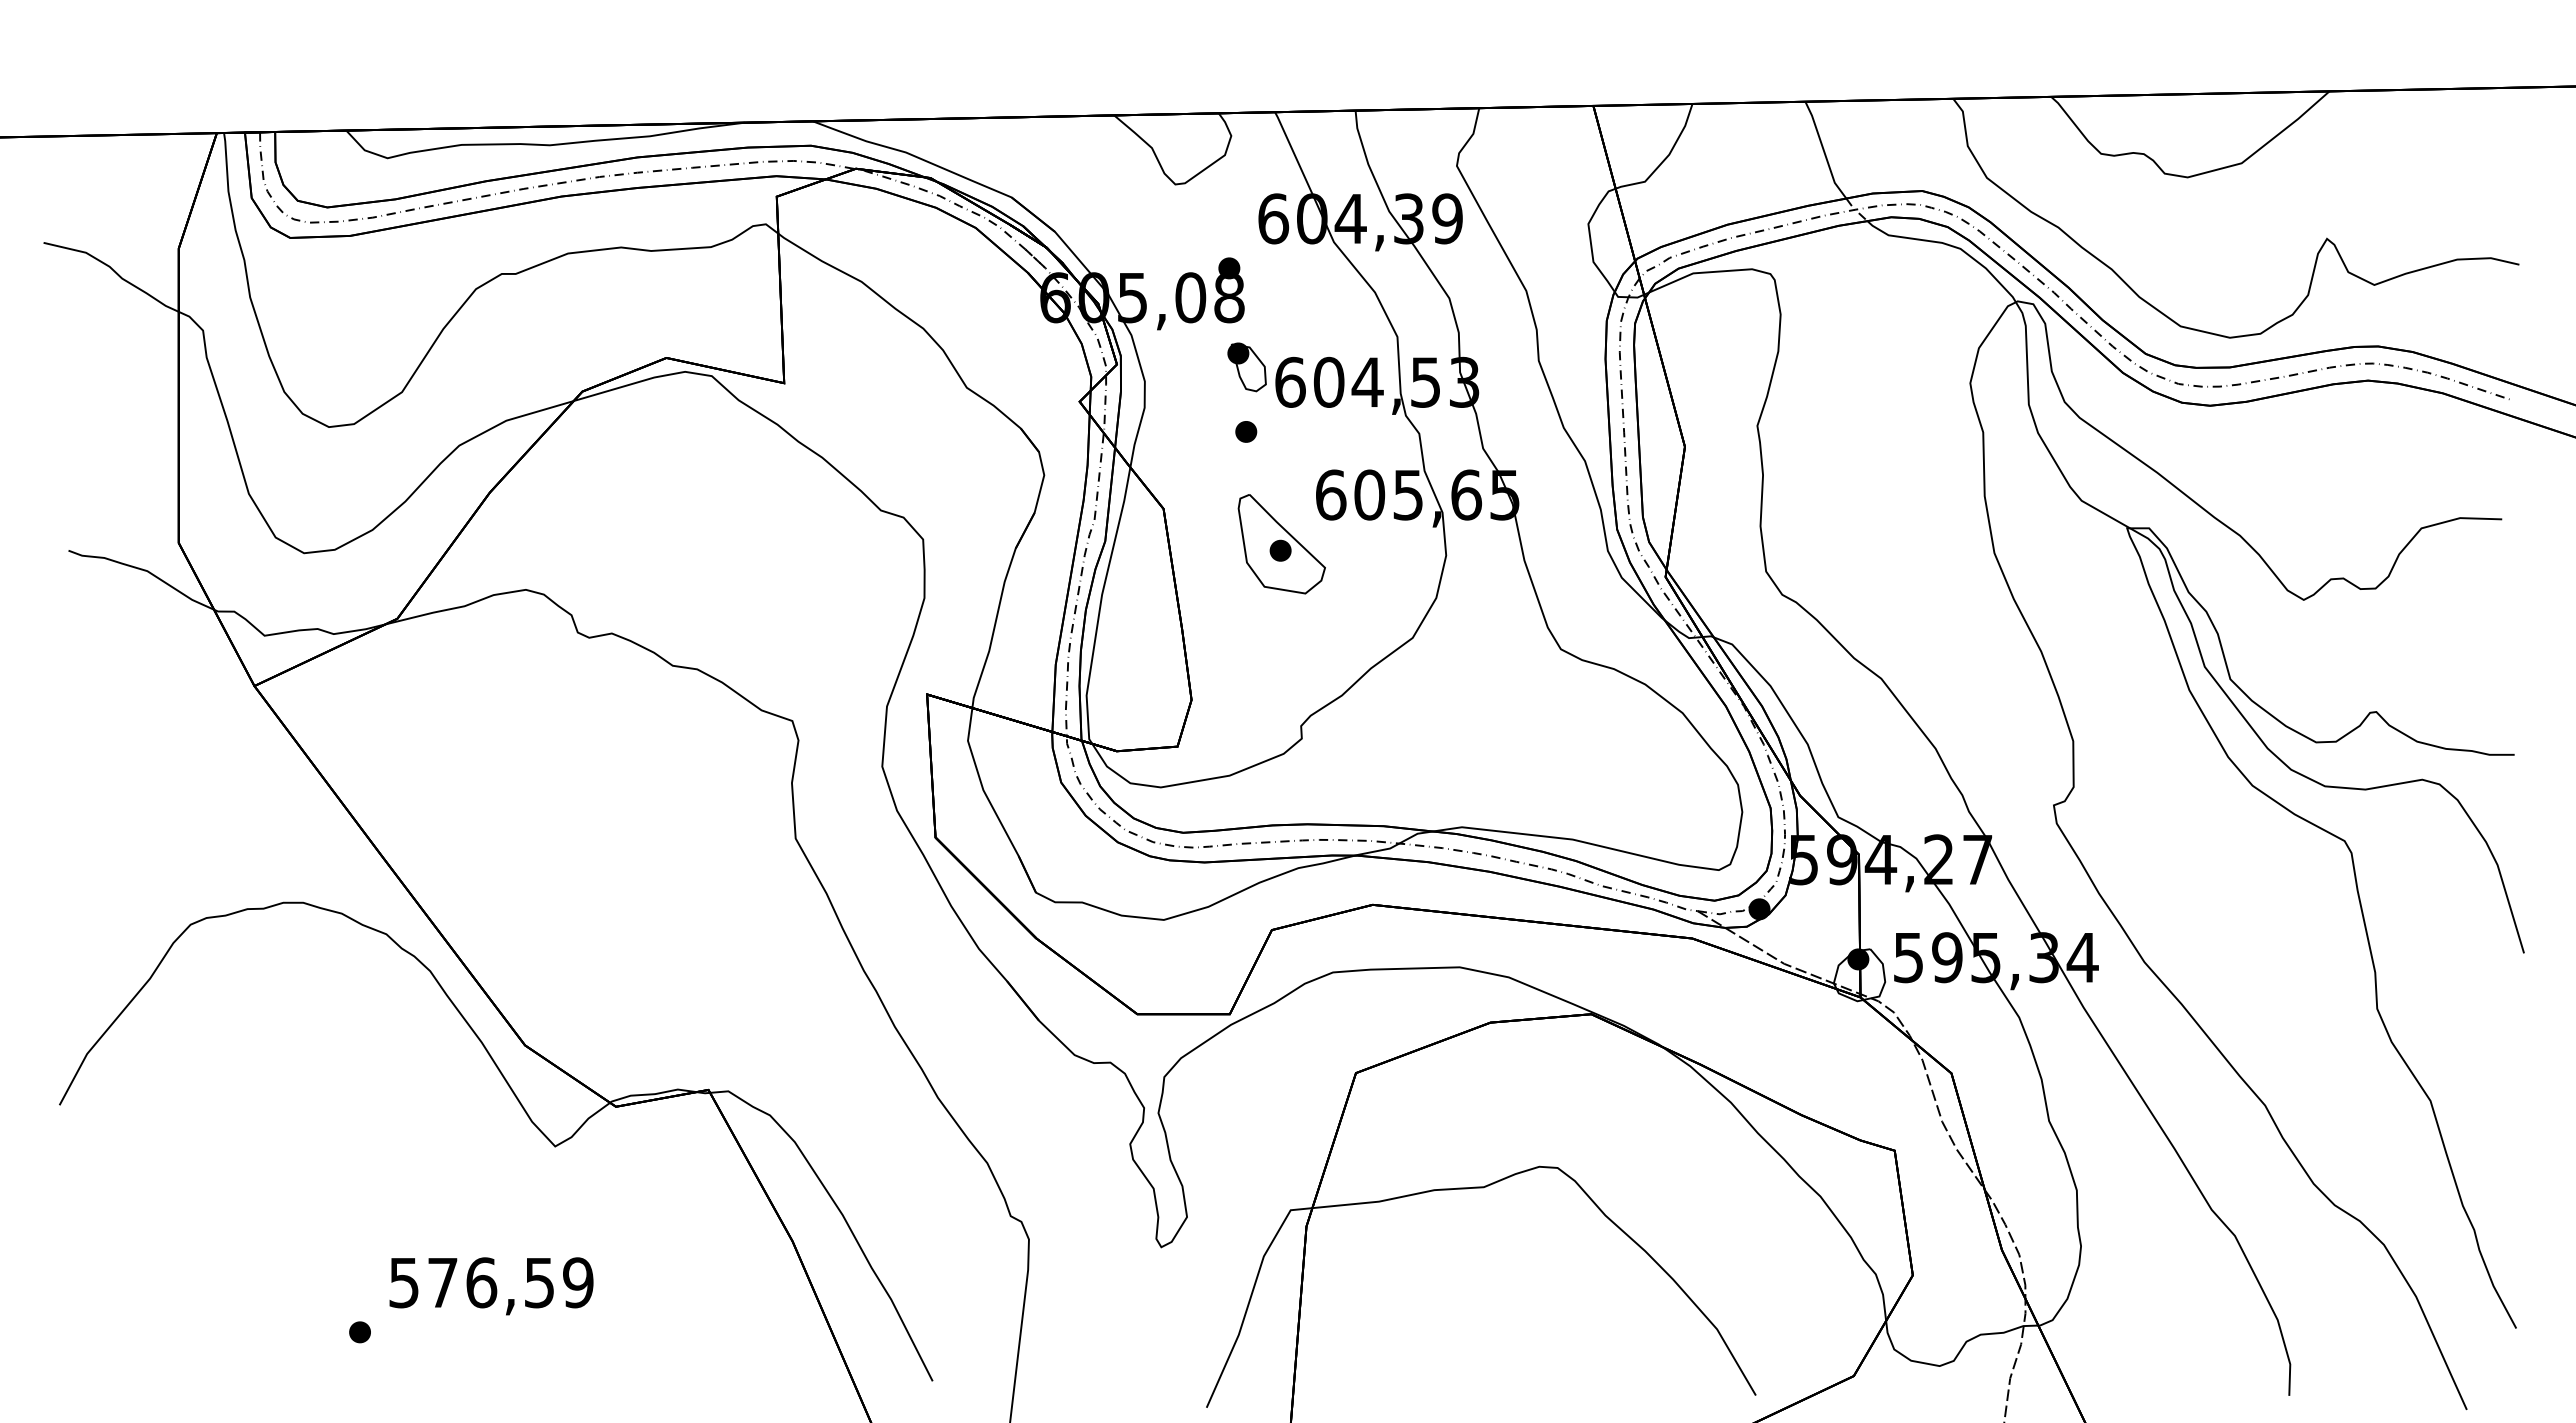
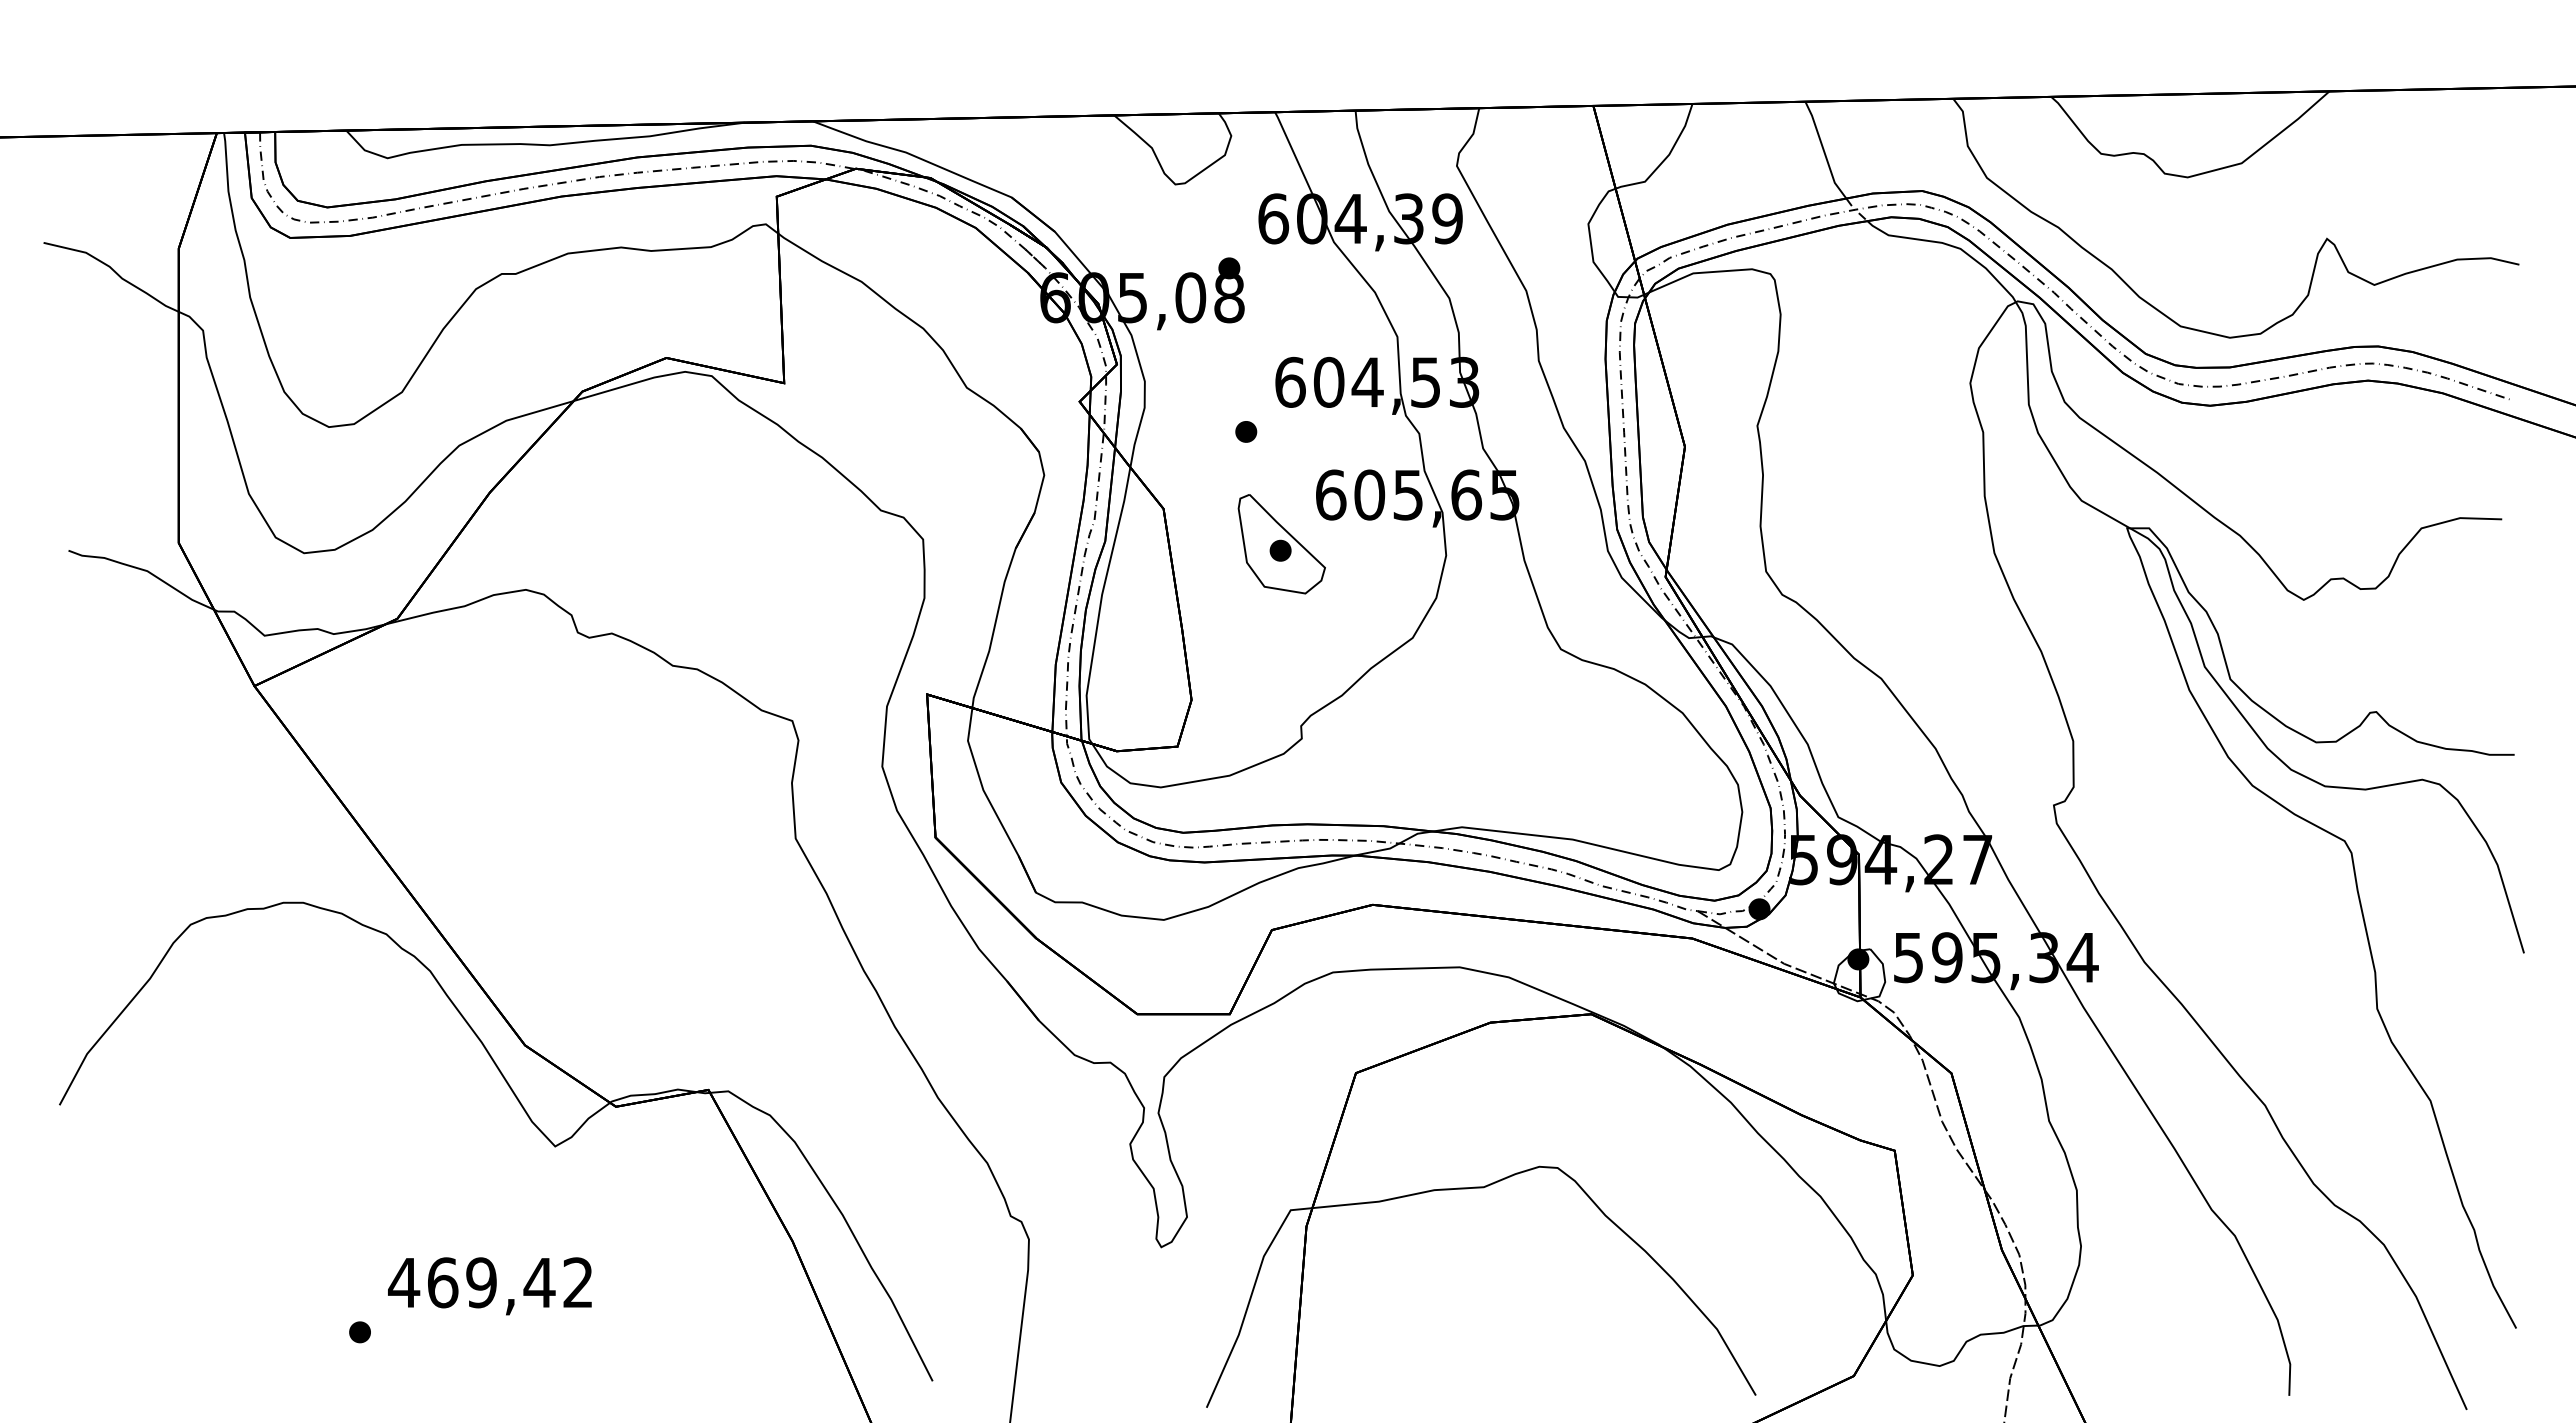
part at (1246, 367): present -> none
text at (490, 1282): 576,59 -> 469,42
